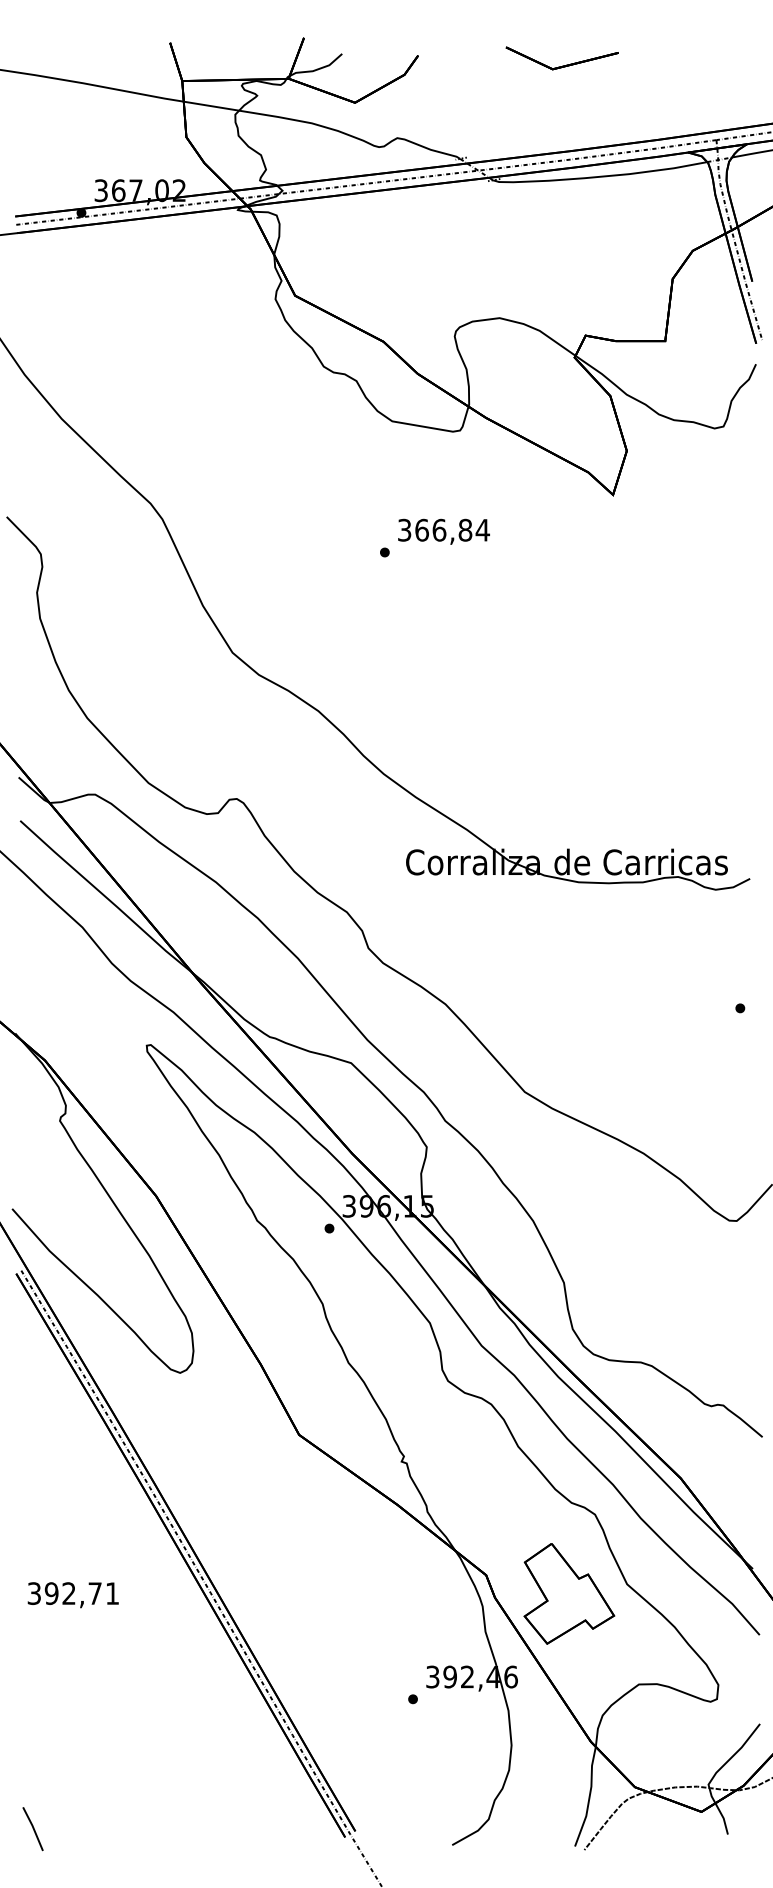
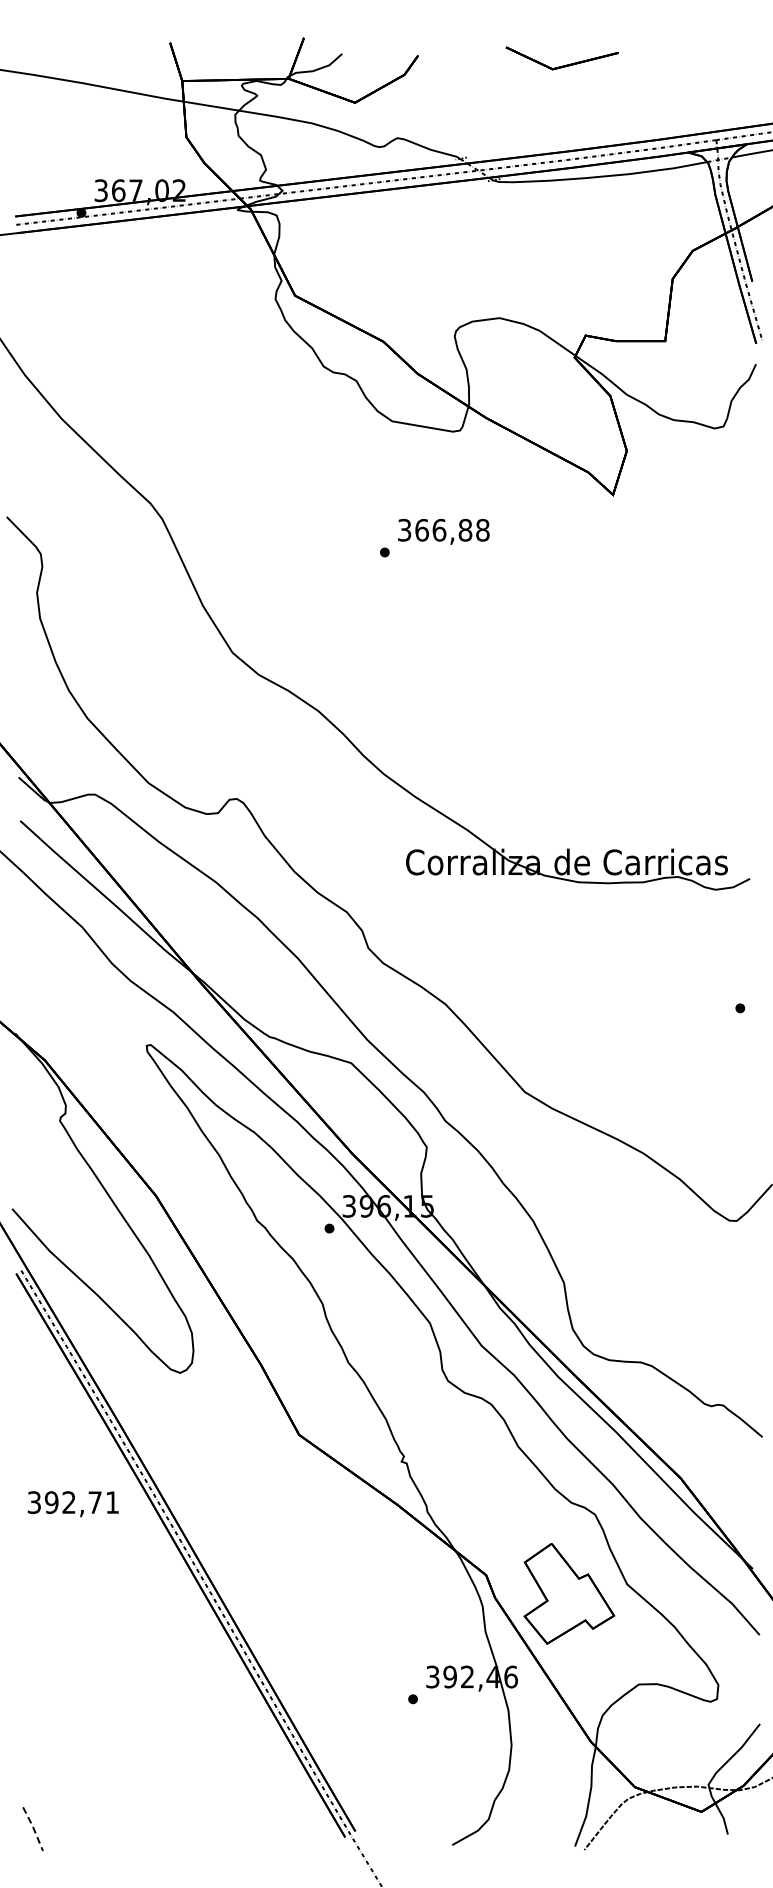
text at (482, 529): 366,84 -> 366,88
text at (72, 1595) position: (72, 1595) -> (72, 1504)
line at (33, 1828): solid -> dashed
